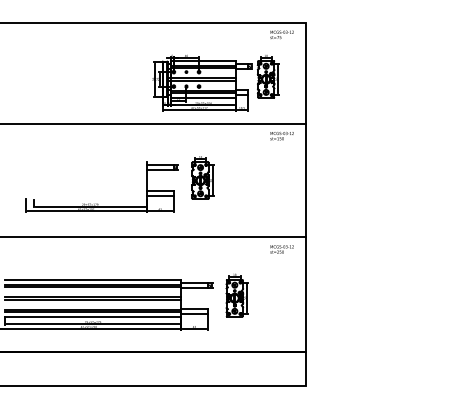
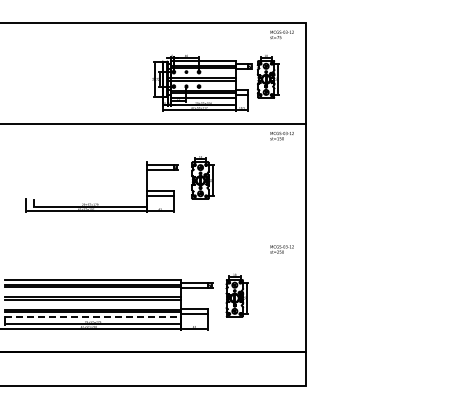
line at (154, 237): present -> none
line at (93, 316): solid -> dashed
